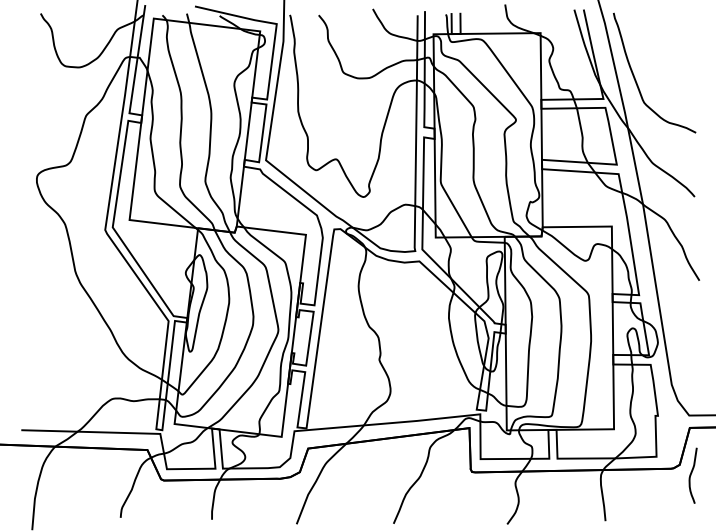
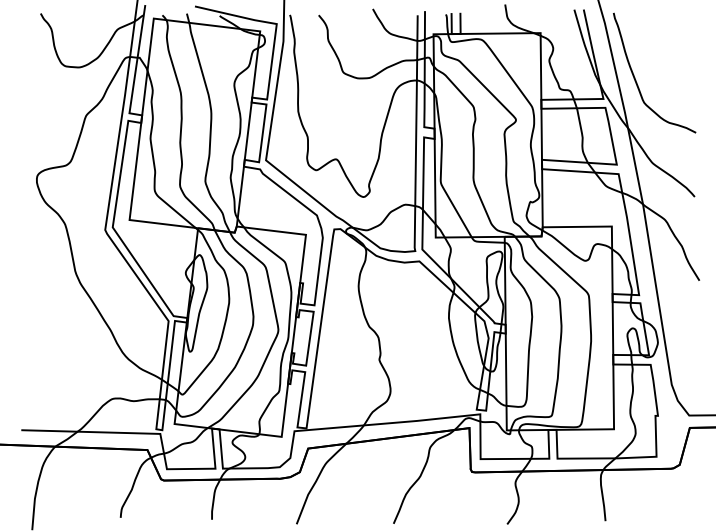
curve at (691, 475): present -> none
